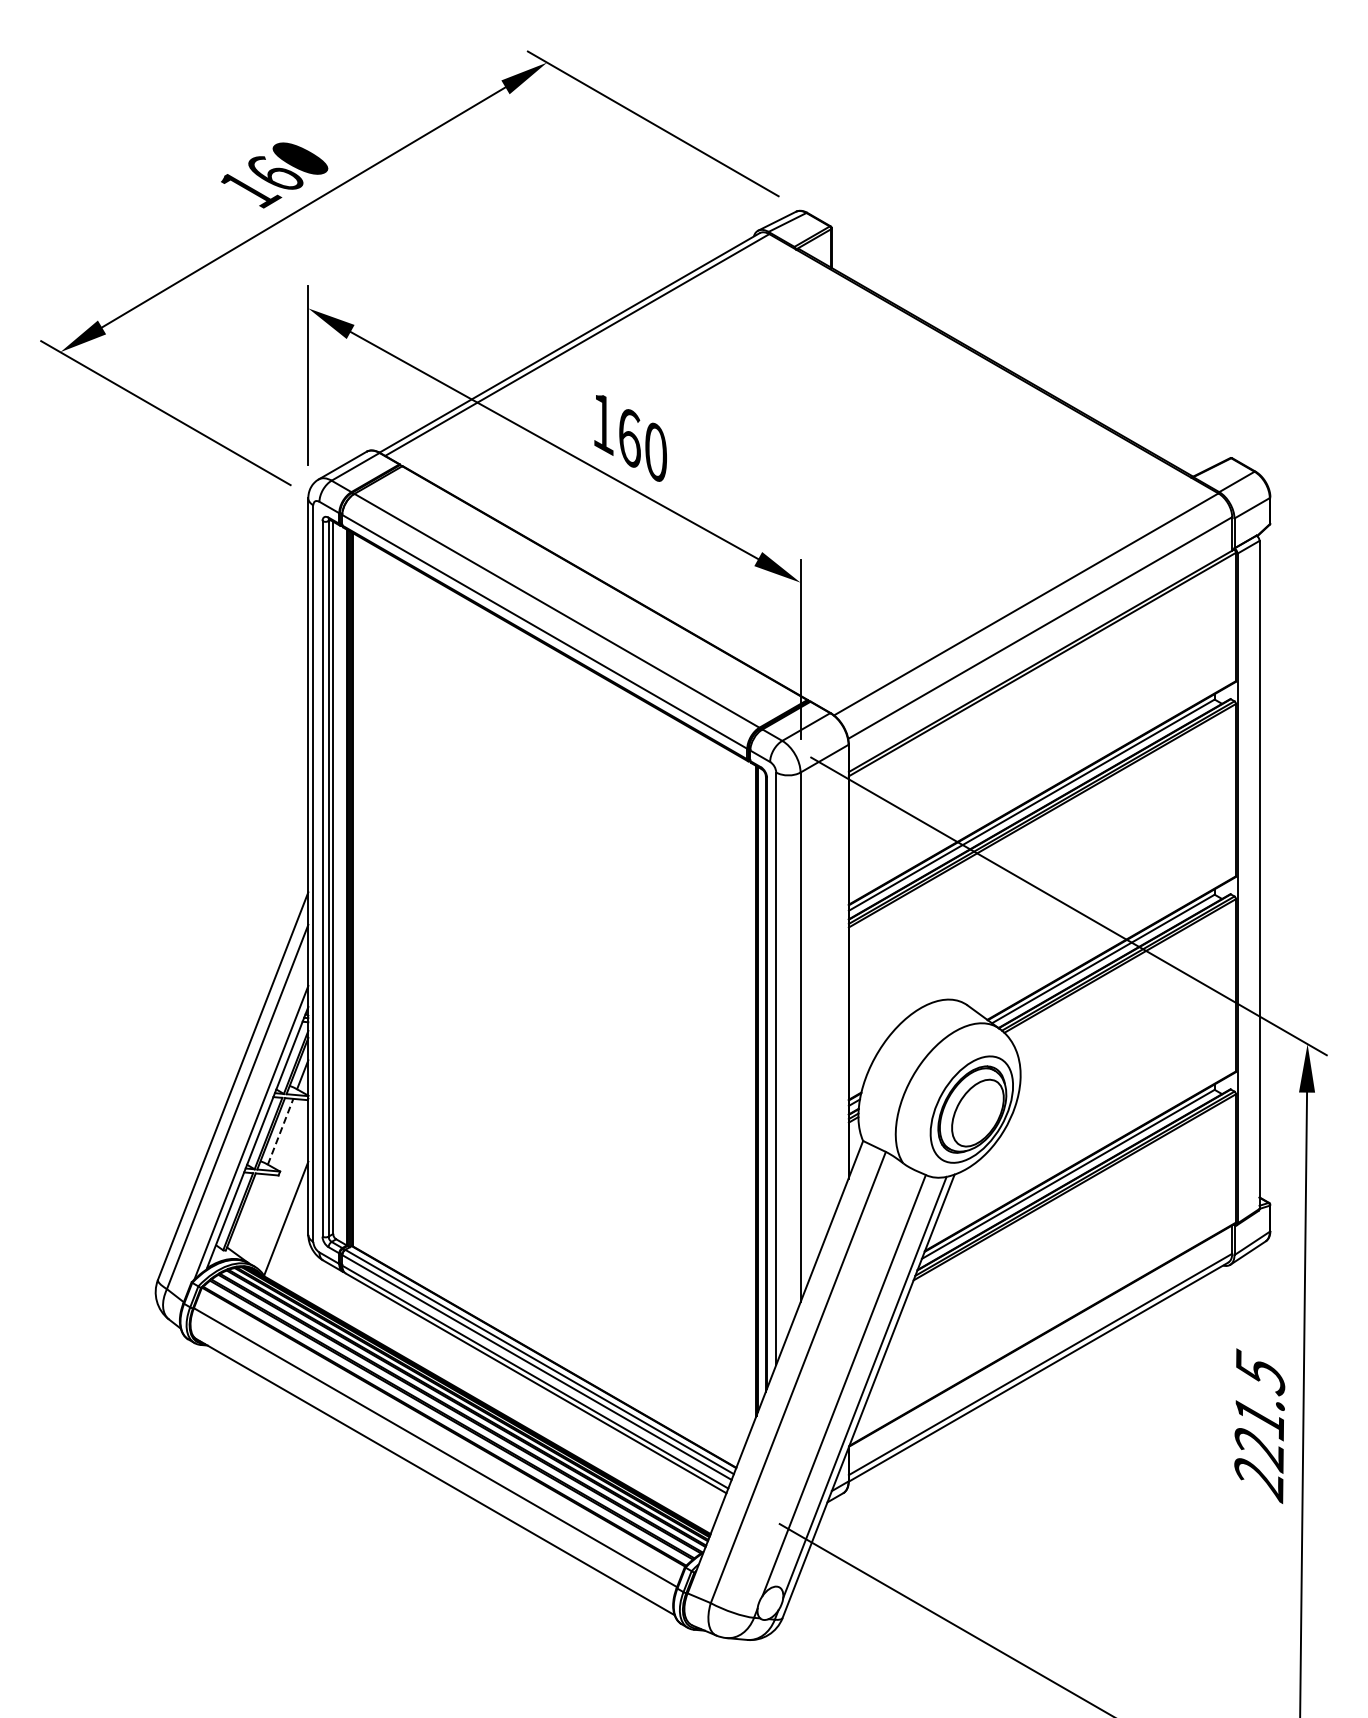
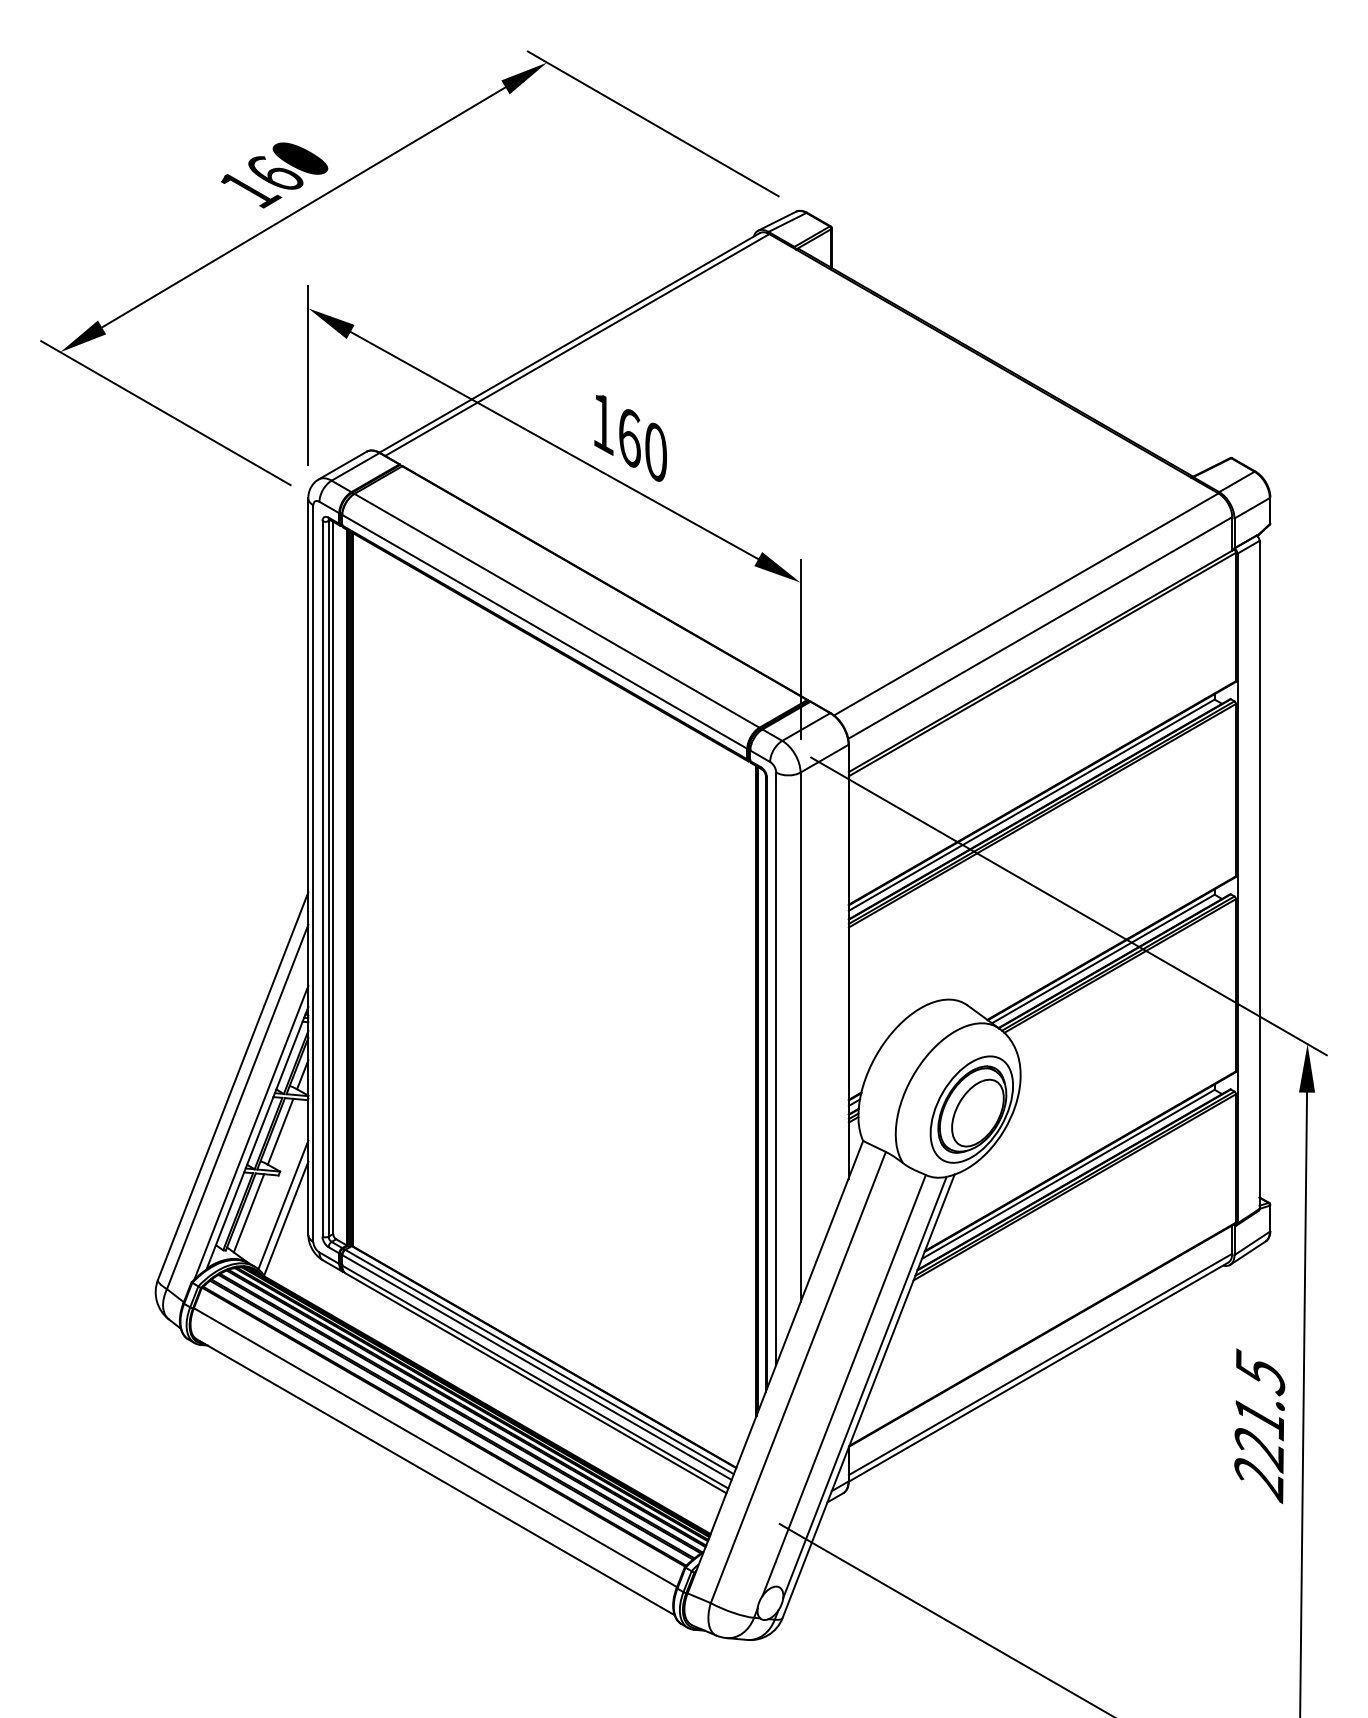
line at (280, 1131): dashed -> solid
line at (283, 1204): none -> present
line at (248, 1213): none -> present
